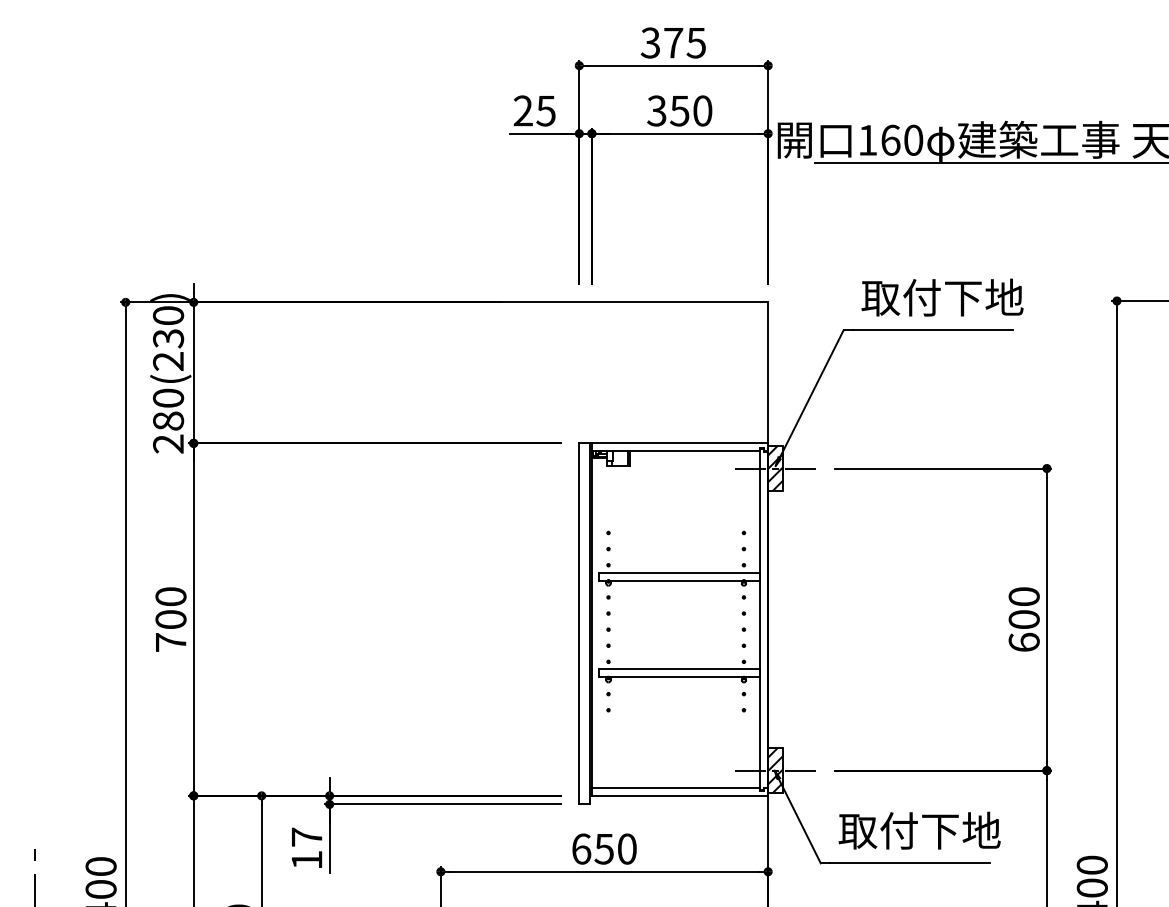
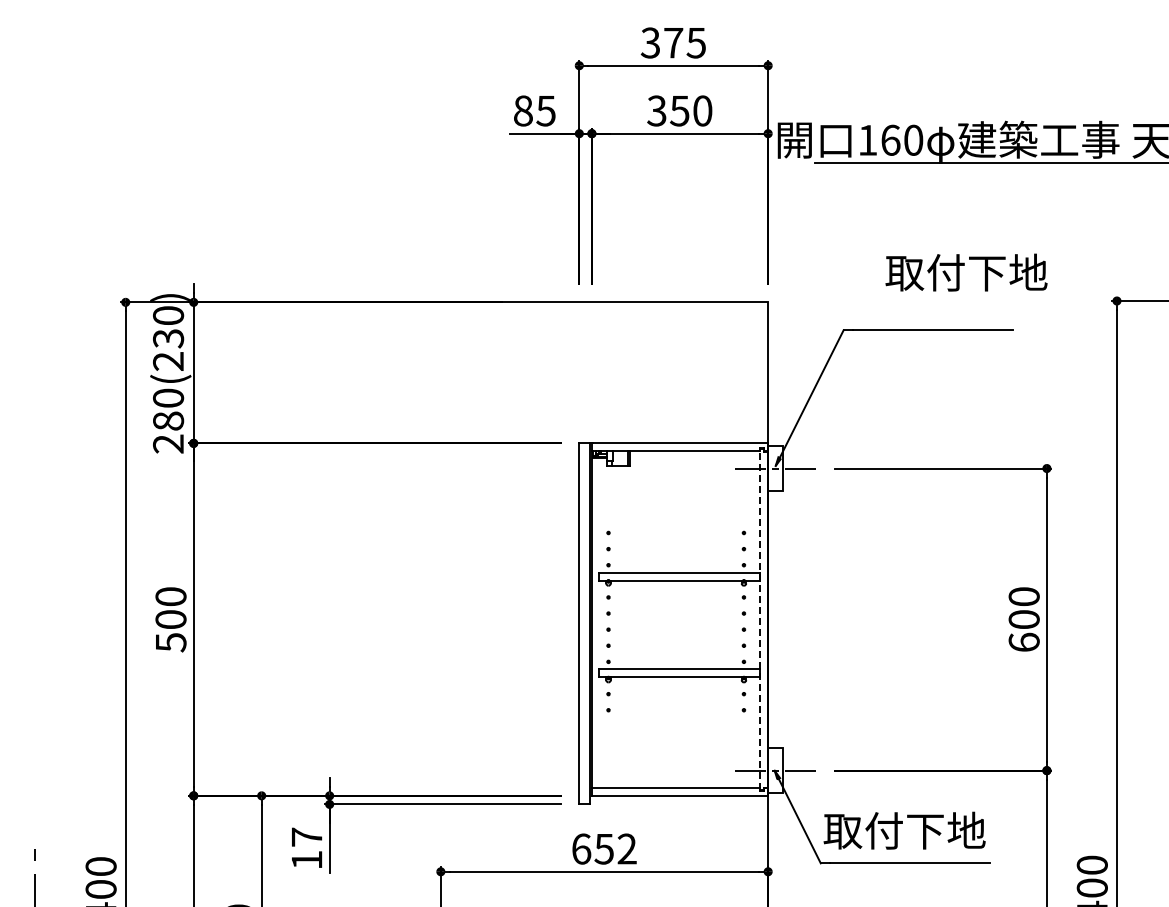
text at (522, 110): 25 -> 85
text at (942, 297) position: (942, 297) -> (966, 272)
hatch at (775, 468): present -> none
line at (759, 619): solid -> dashed
text at (171, 642): 700 -> 500
hatch at (775, 770): present -> none
text at (919, 830) position: (919, 830) -> (904, 830)
text at (626, 848): 650 -> 652
